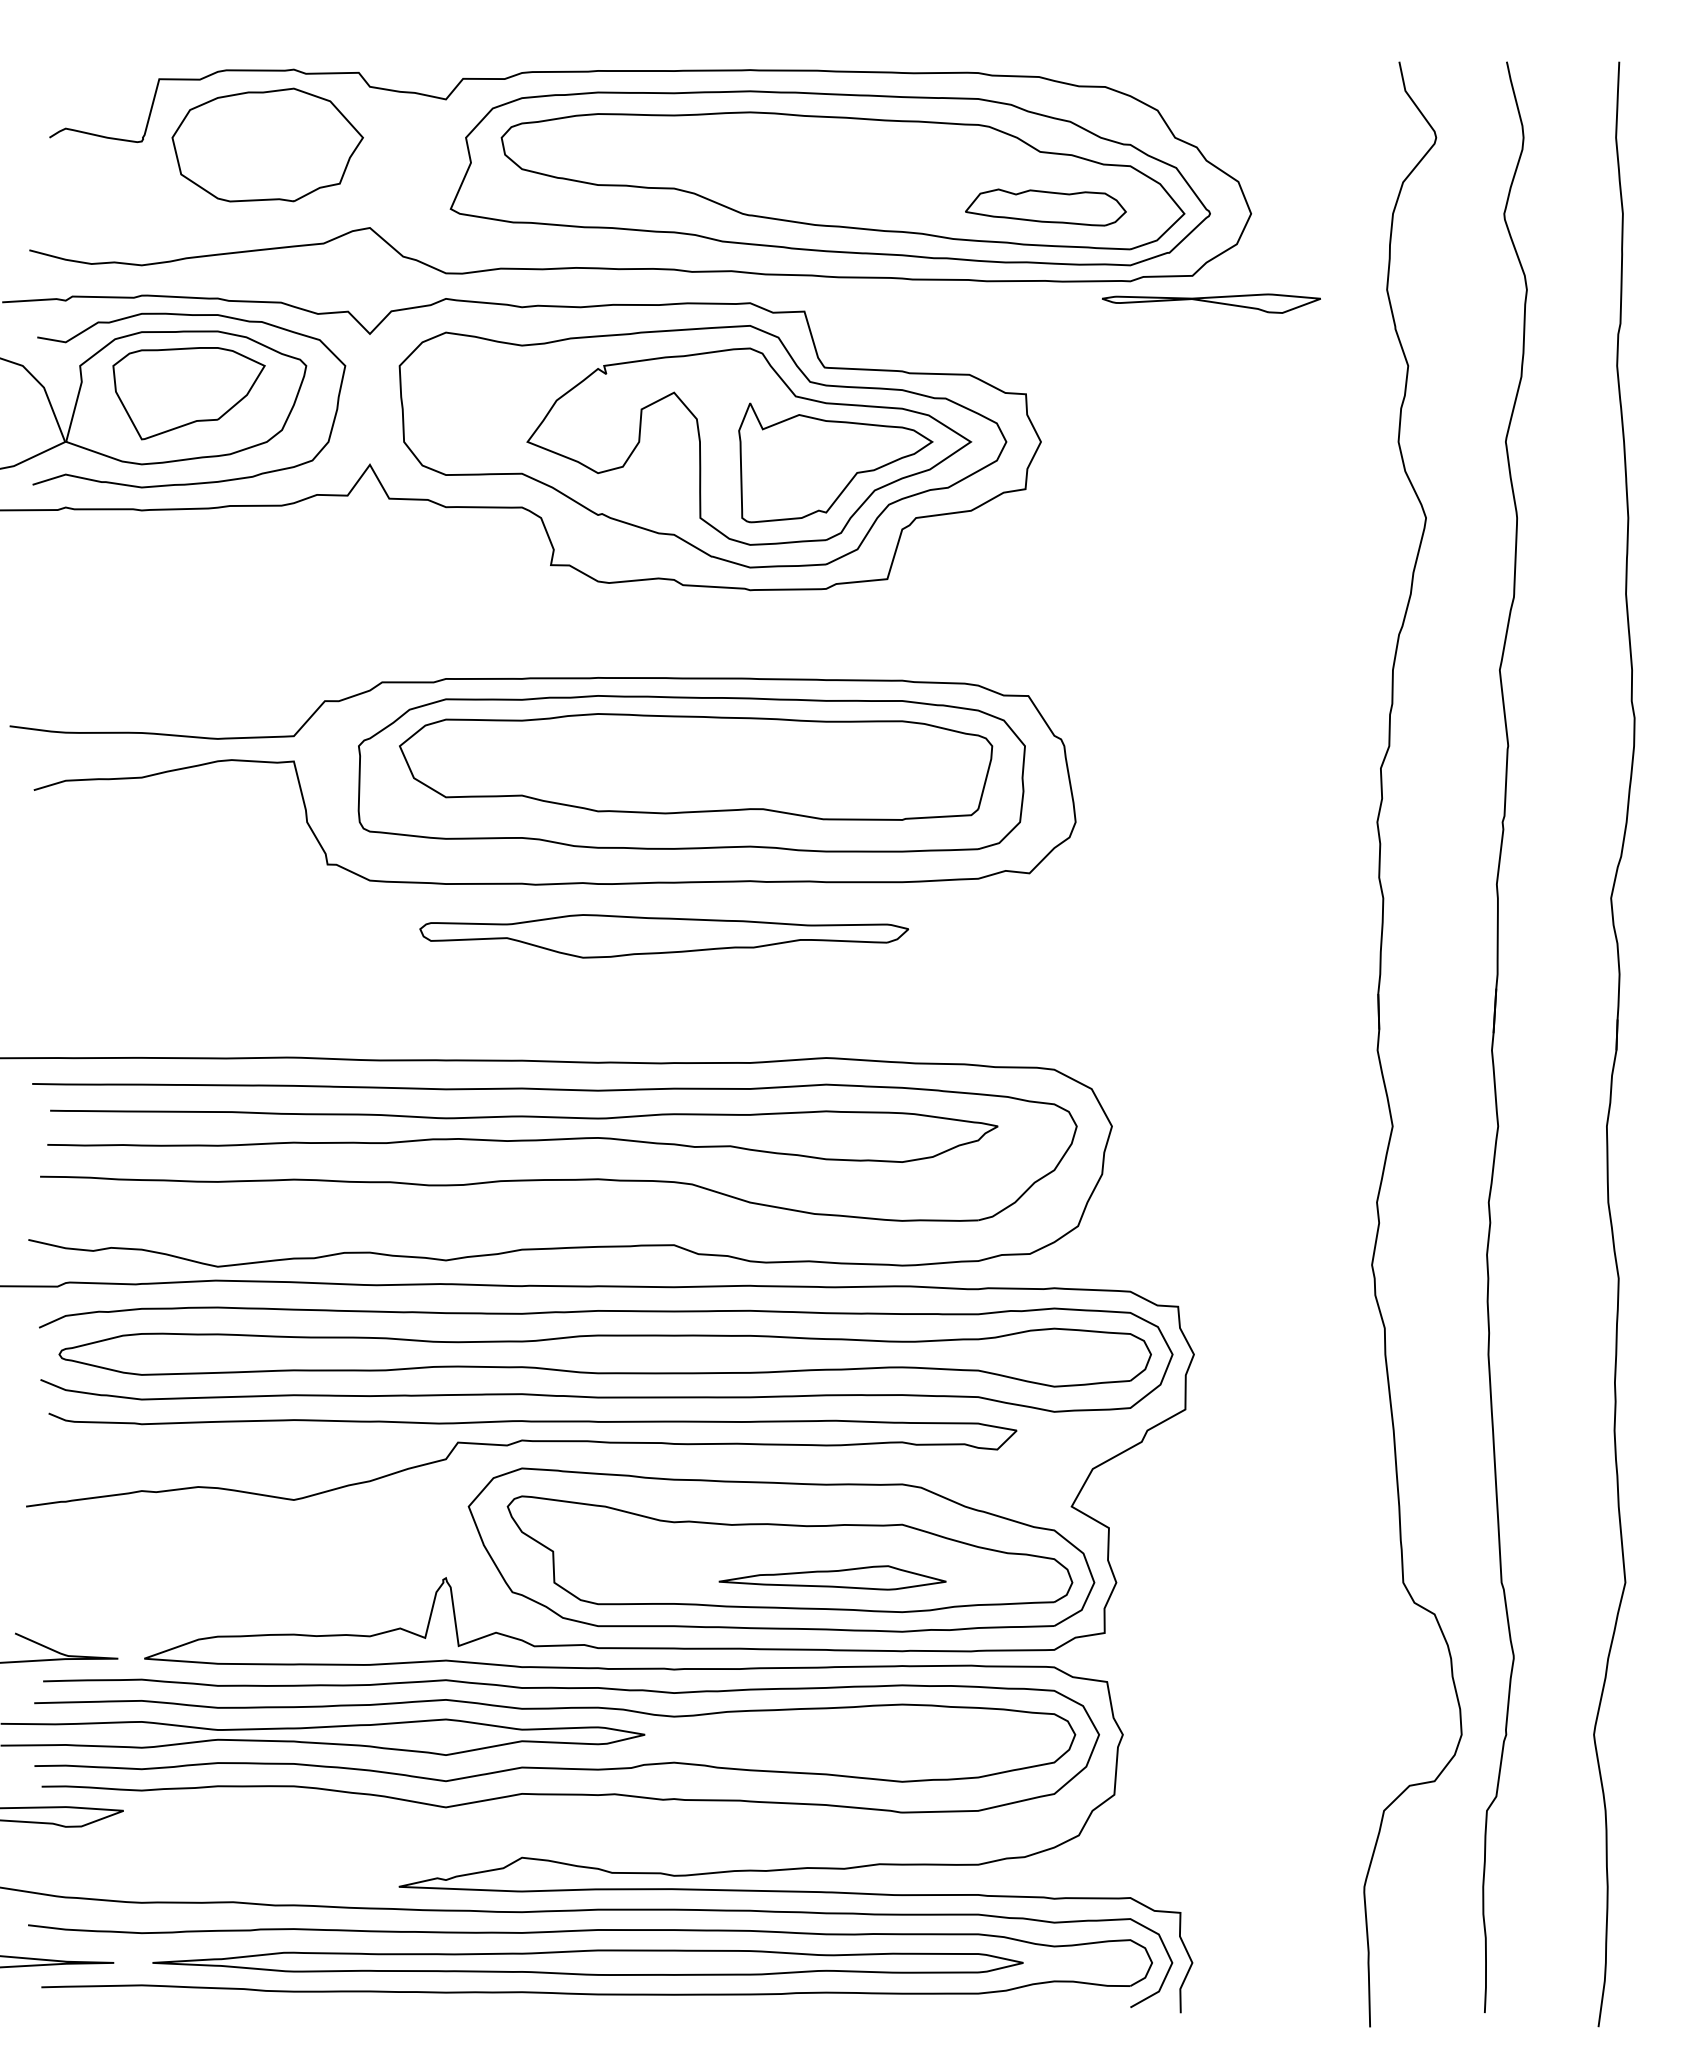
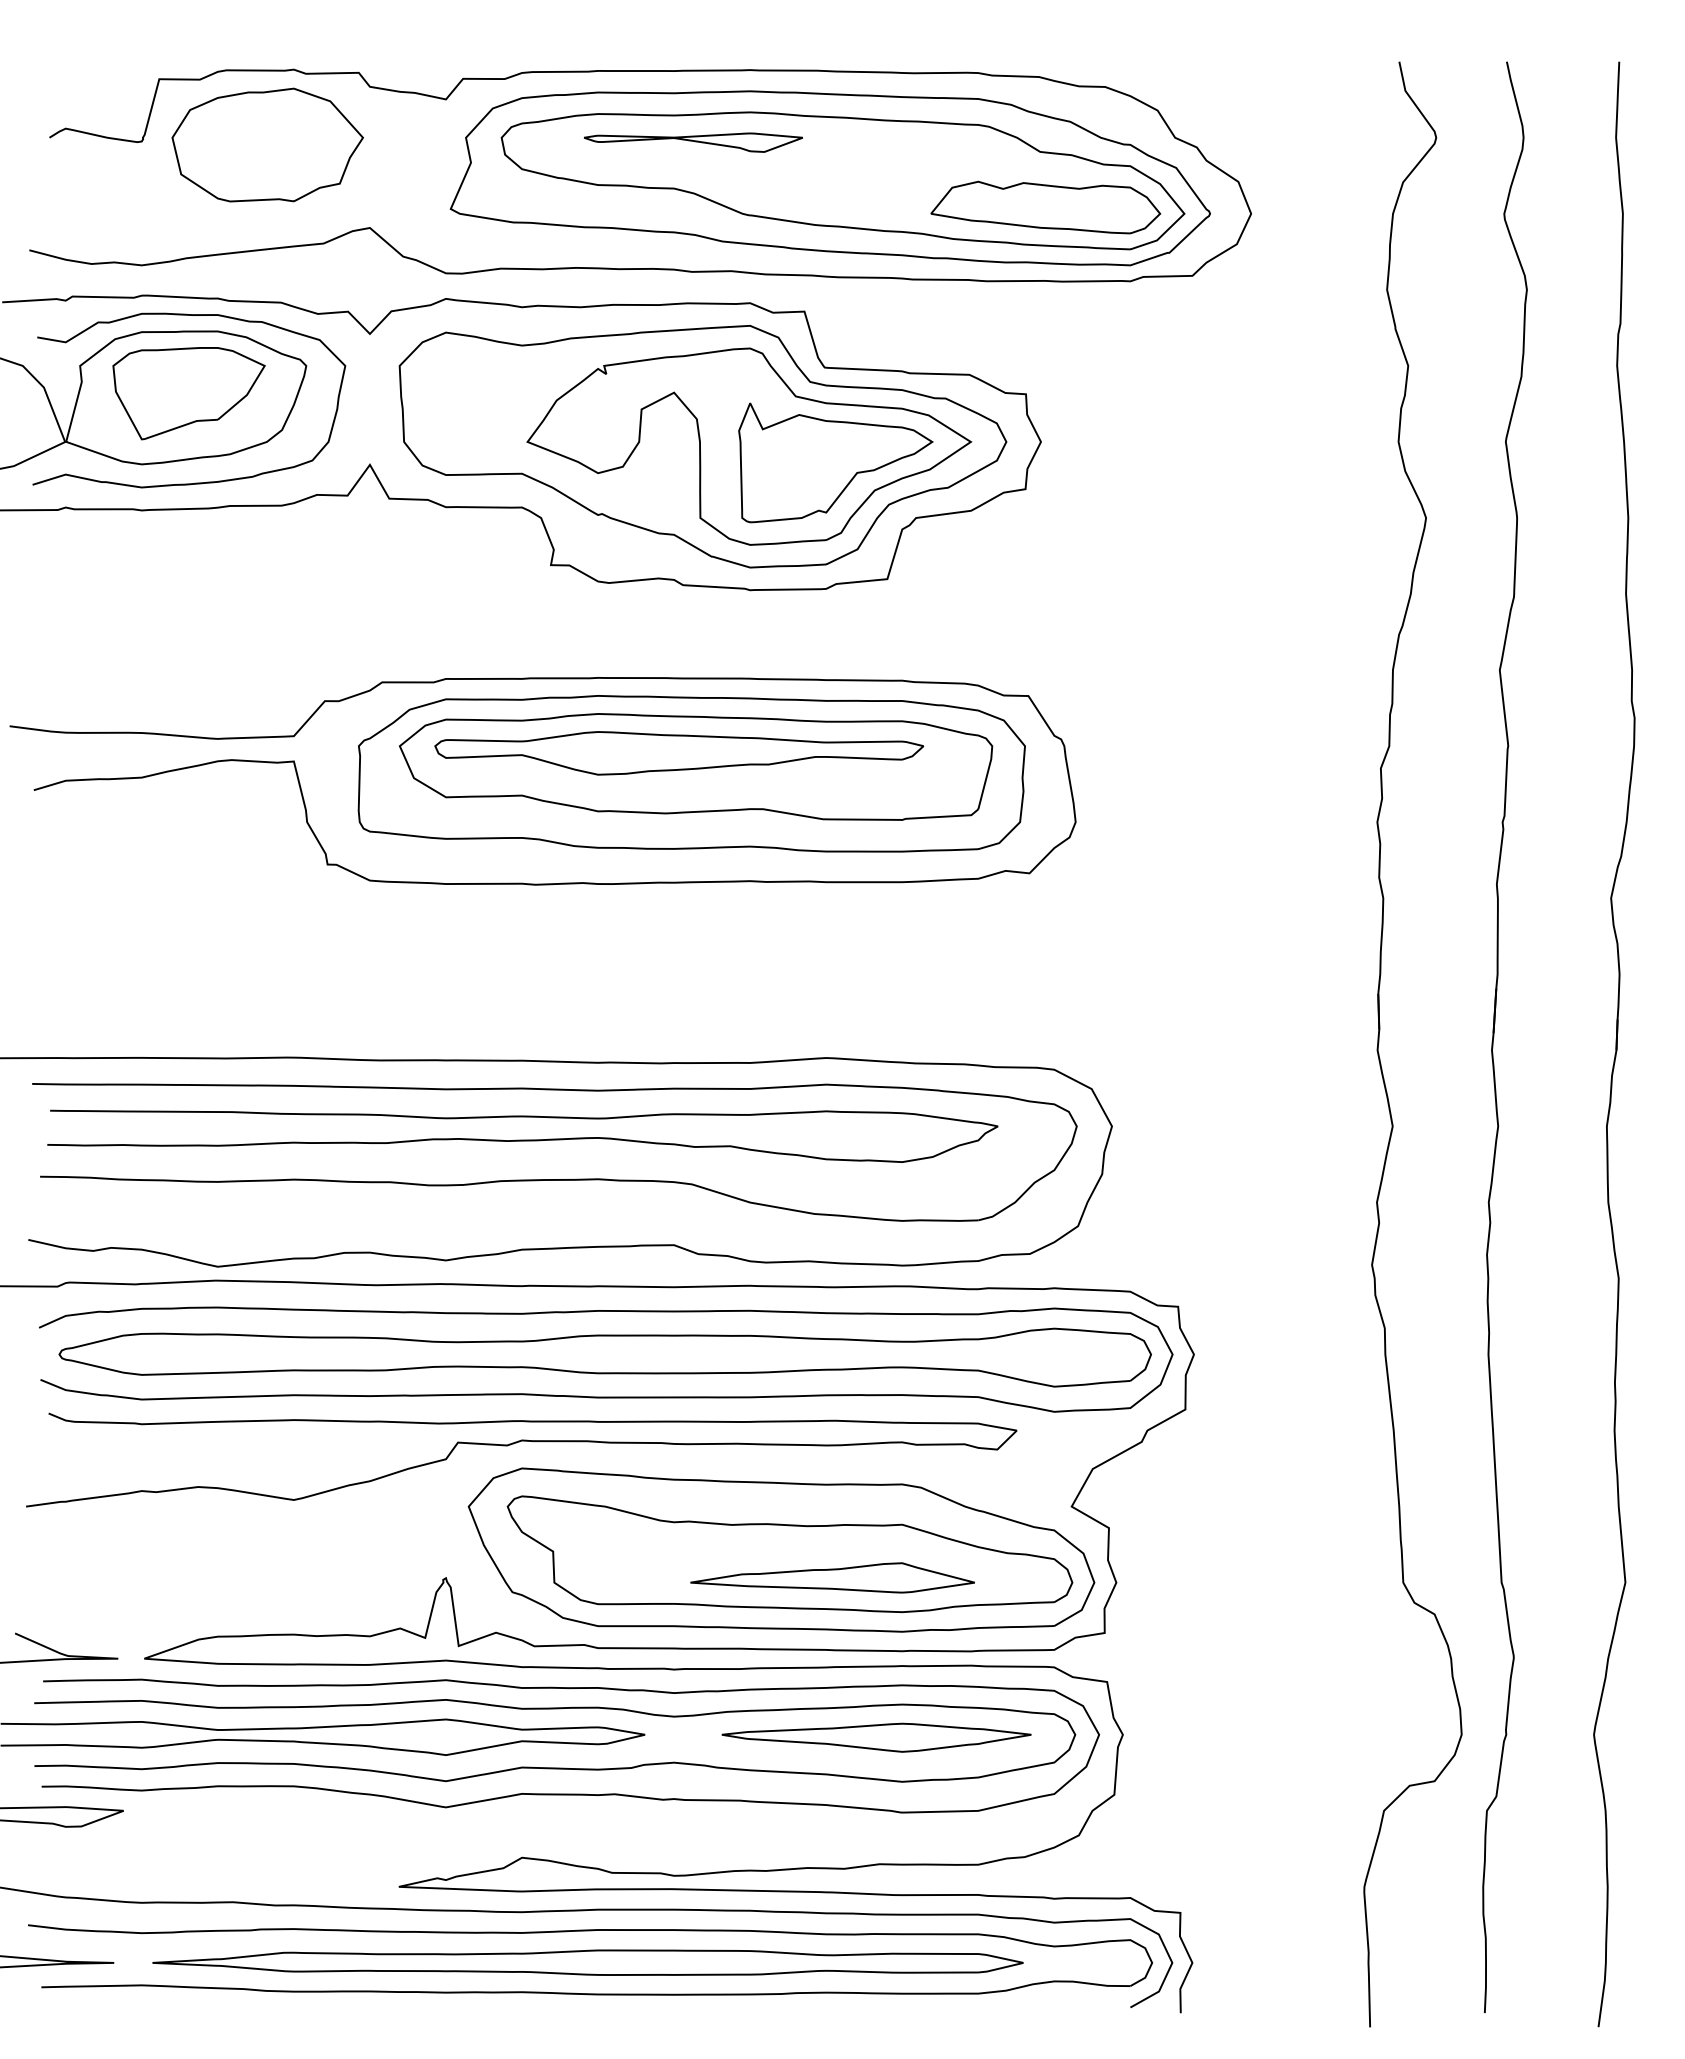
part at (1045, 207) size: 162x39 px -> 232x55 px
part at (1211, 303) position: (1211, 303) -> (693, 142)
part at (664, 936) position: (664, 936) -> (679, 753)
part at (832, 1577) size: 229x26 px -> 285x32 px
part at (876, 1737): none -> present
